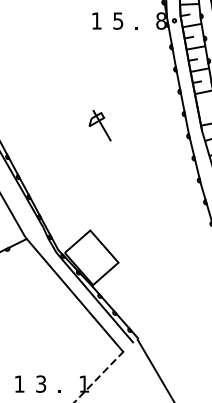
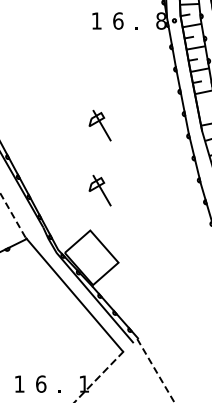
text at (118, 20): 5 -> 6
part at (99, 190): none -> present
line at (12, 214): solid -> dashed
line at (155, 370): solid -> dashed
text at (41, 383): 3 -> 6
